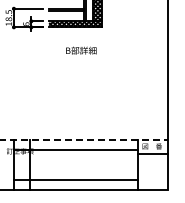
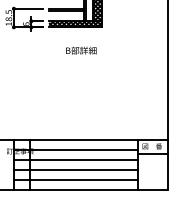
line at (84, 139): dashed -> solid
line at (75, 159): none -> present
line at (75, 169): none -> present
